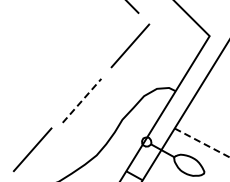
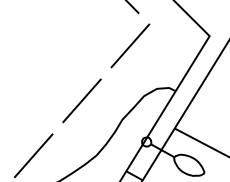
line at (82, 100): dashed -> solid
line at (201, 142): dashed -> solid
line at (32, 149) position: (32, 149) -> (33, 155)
